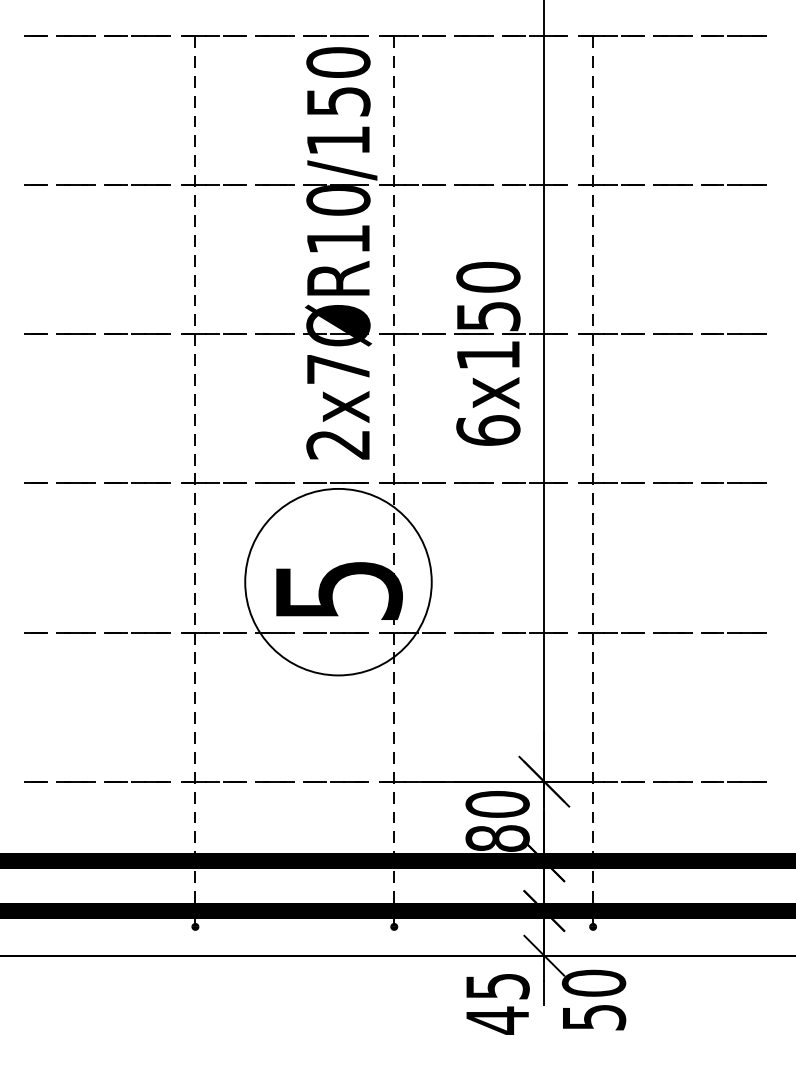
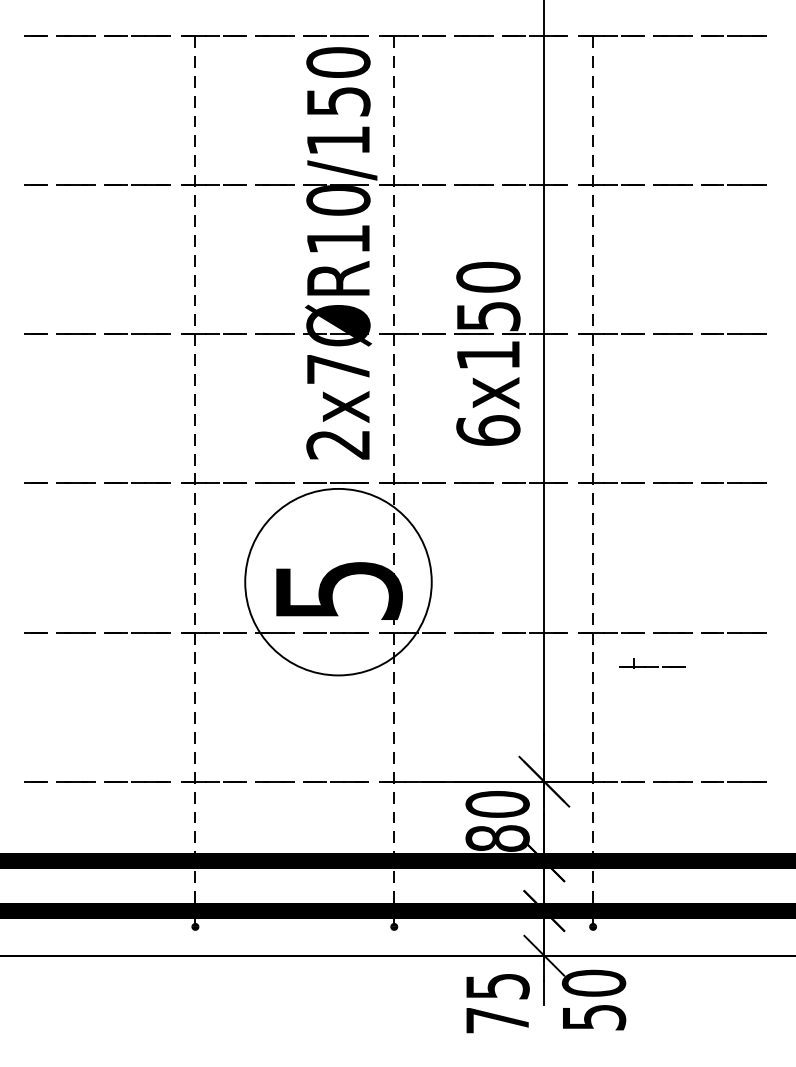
part at (652, 662): none -> present
text at (497, 1020): 45 -> 75
